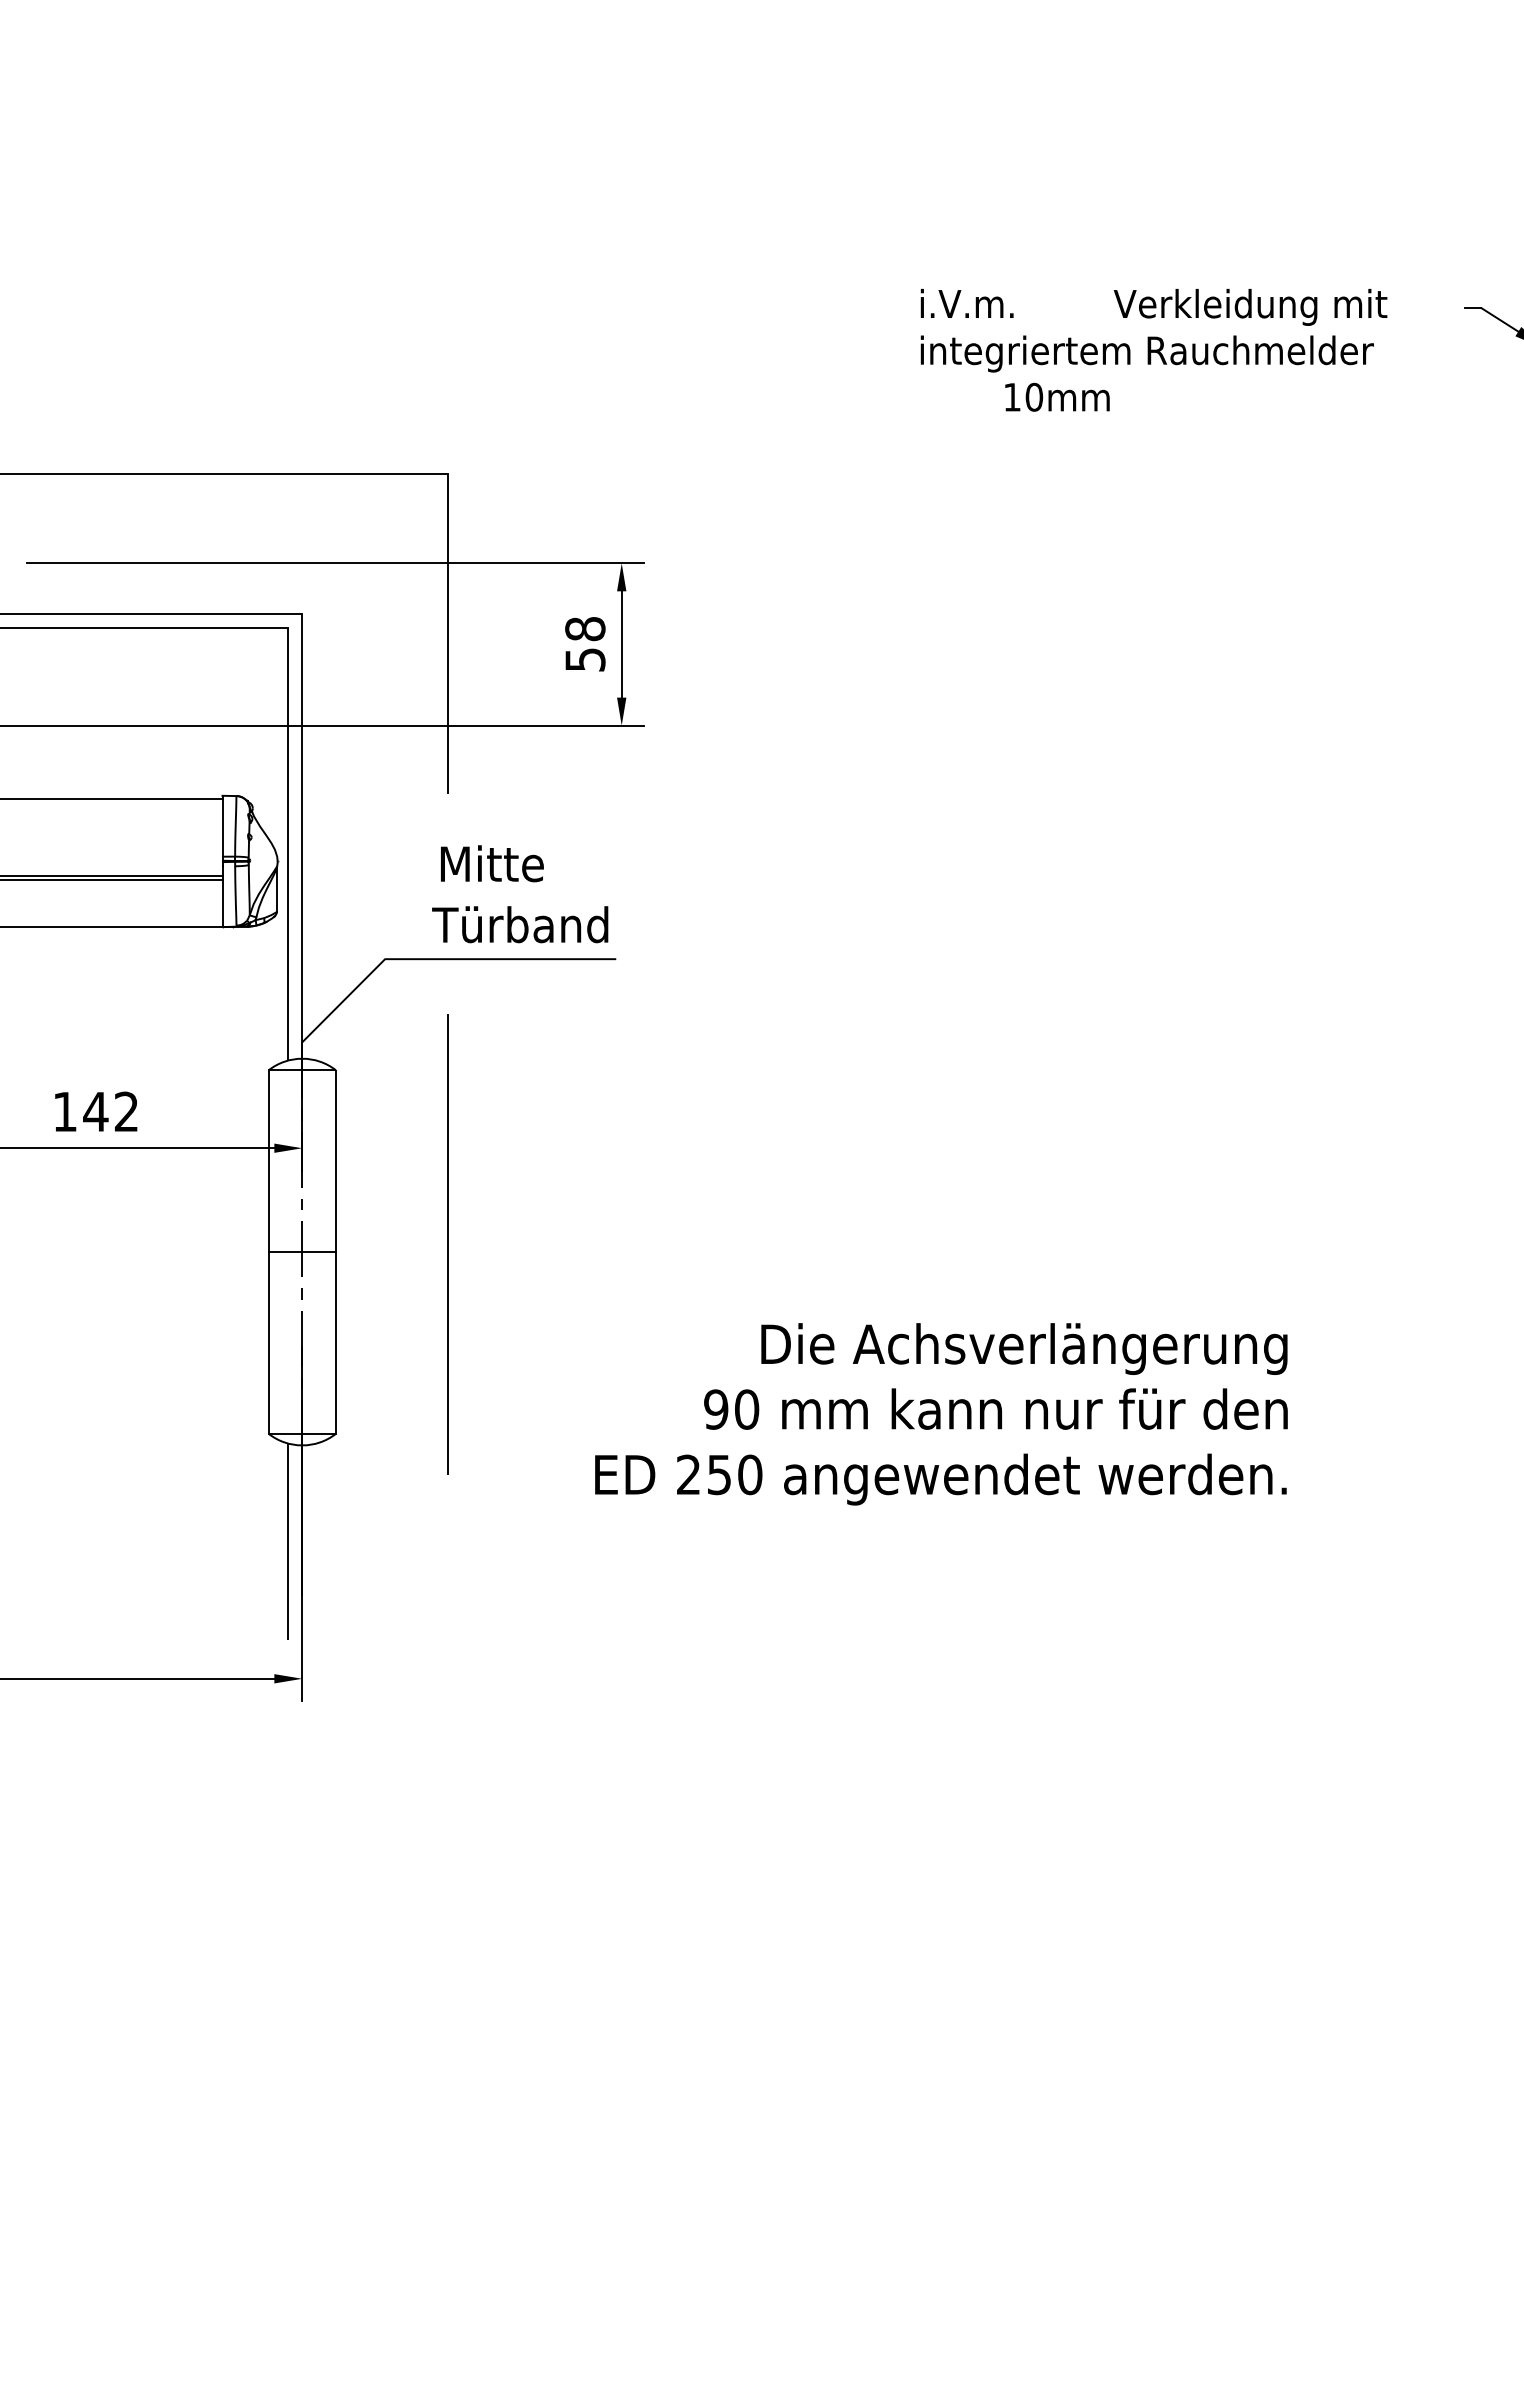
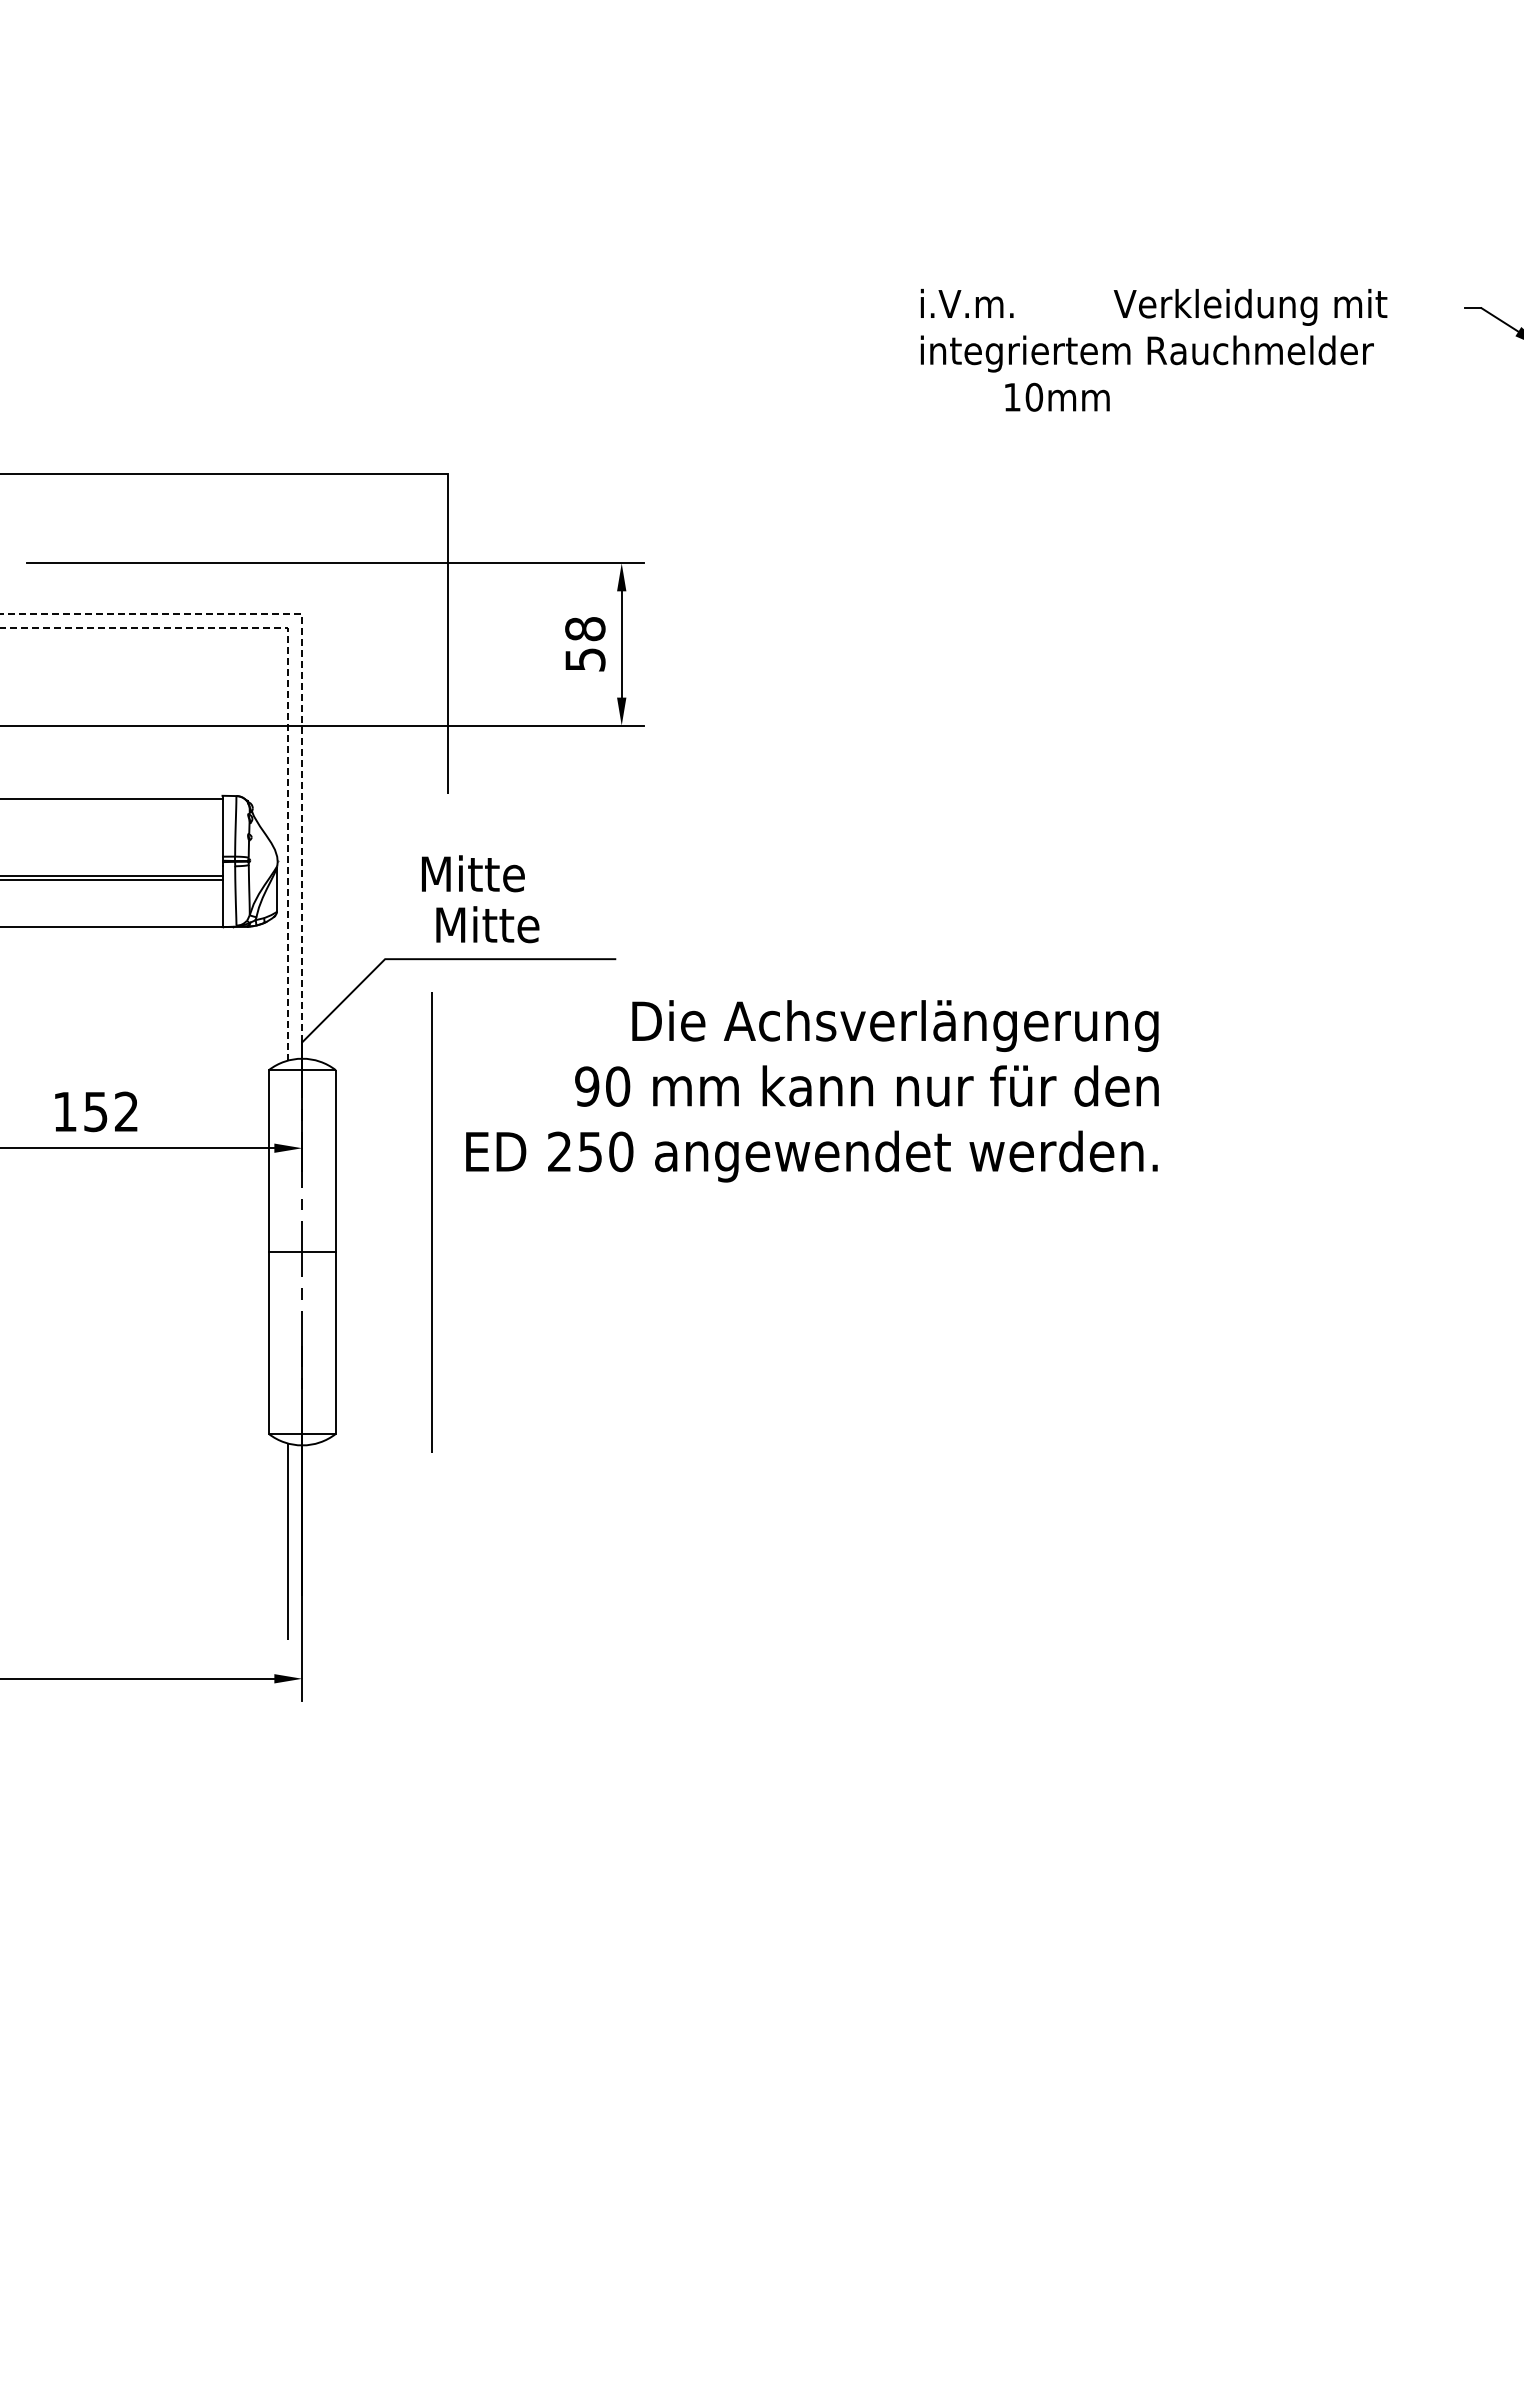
line at (302, 676): solid -> dashed
line at (288, 700): solid -> dashed
text at (492, 863) position: (492, 863) -> (473, 873)
text at (520, 924): Türband -> Mitte
text at (95, 1112): 142 -> 152
line at (447, 1244) position: (447, 1244) -> (431, 1222)
text at (941, 1414) position: (941, 1414) -> (812, 1091)
